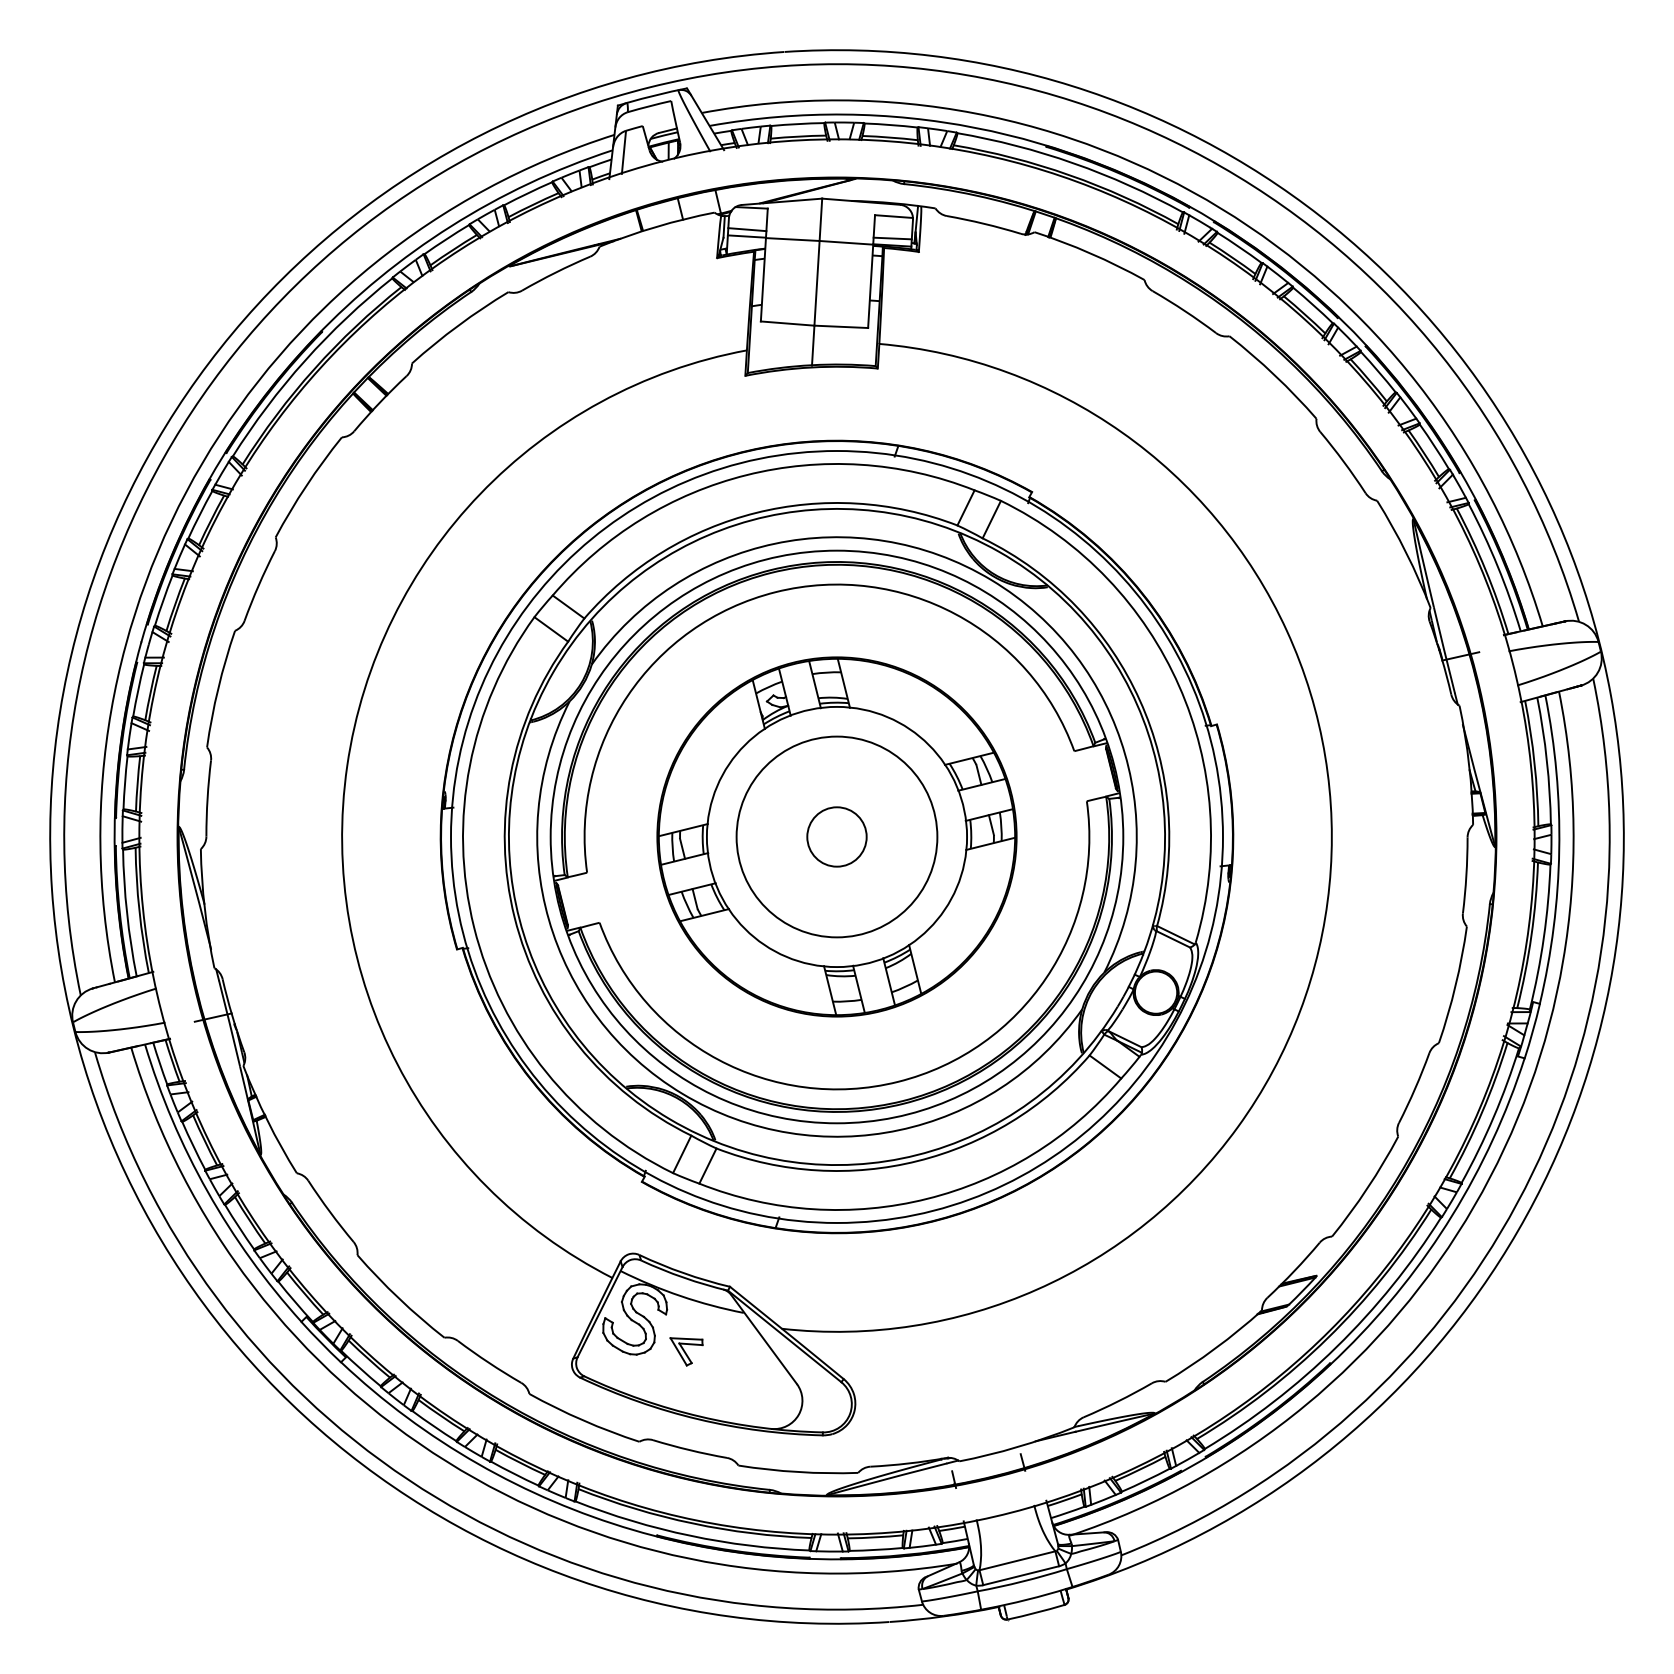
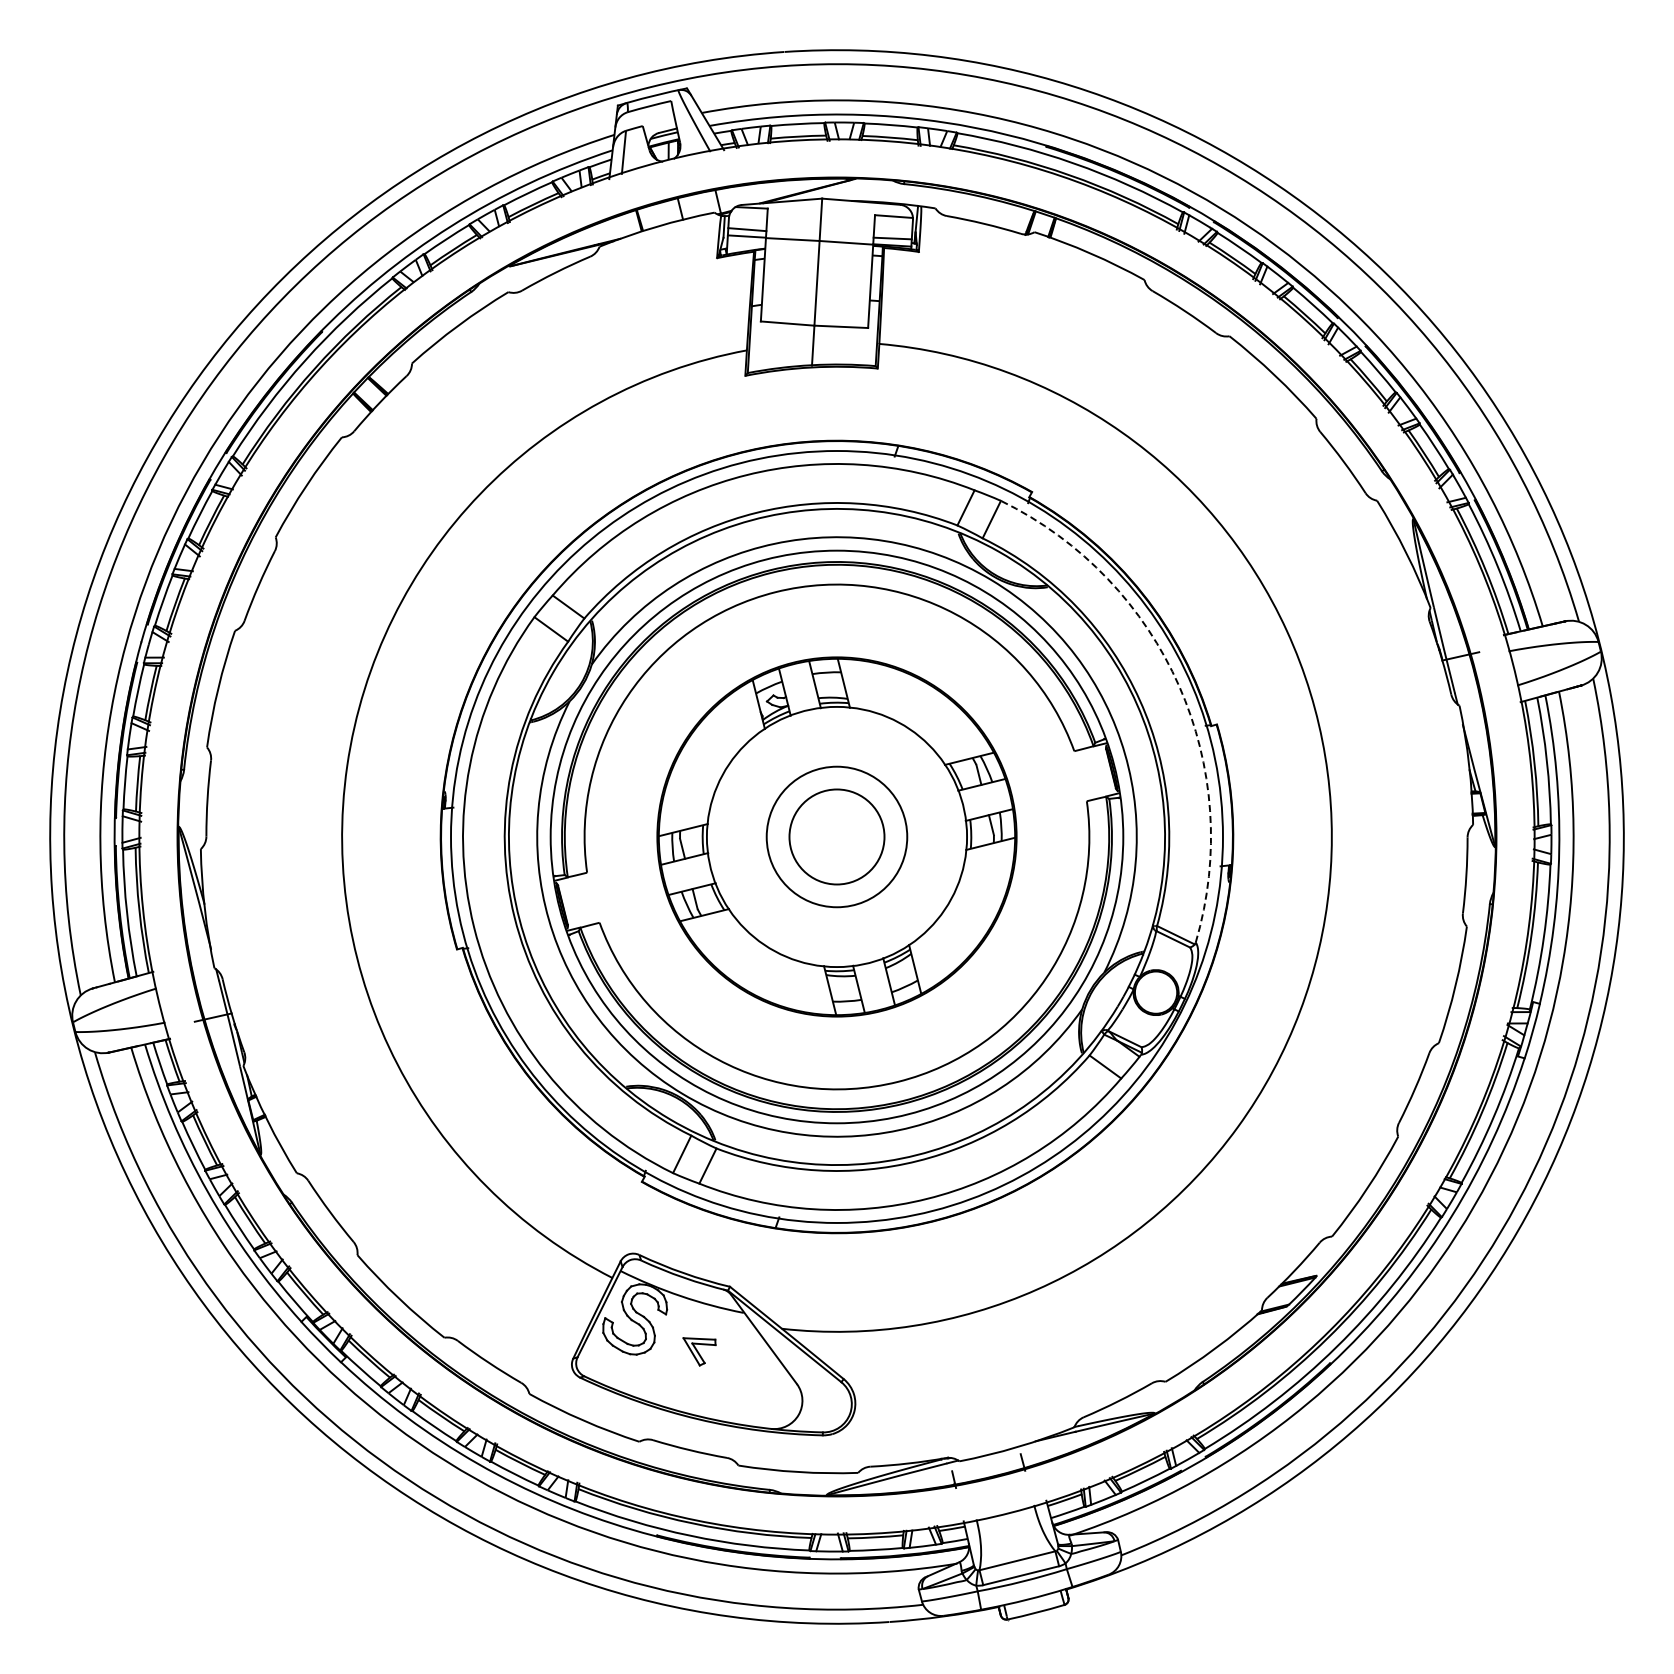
arc at (1179, 686): solid -> dashed
circle at (836, 836) diameter: 201 px -> 141 px
circle at (836, 836) diameter: 59 px -> 95 px
part at (686, 1351) position: (686, 1351) -> (699, 1351)
